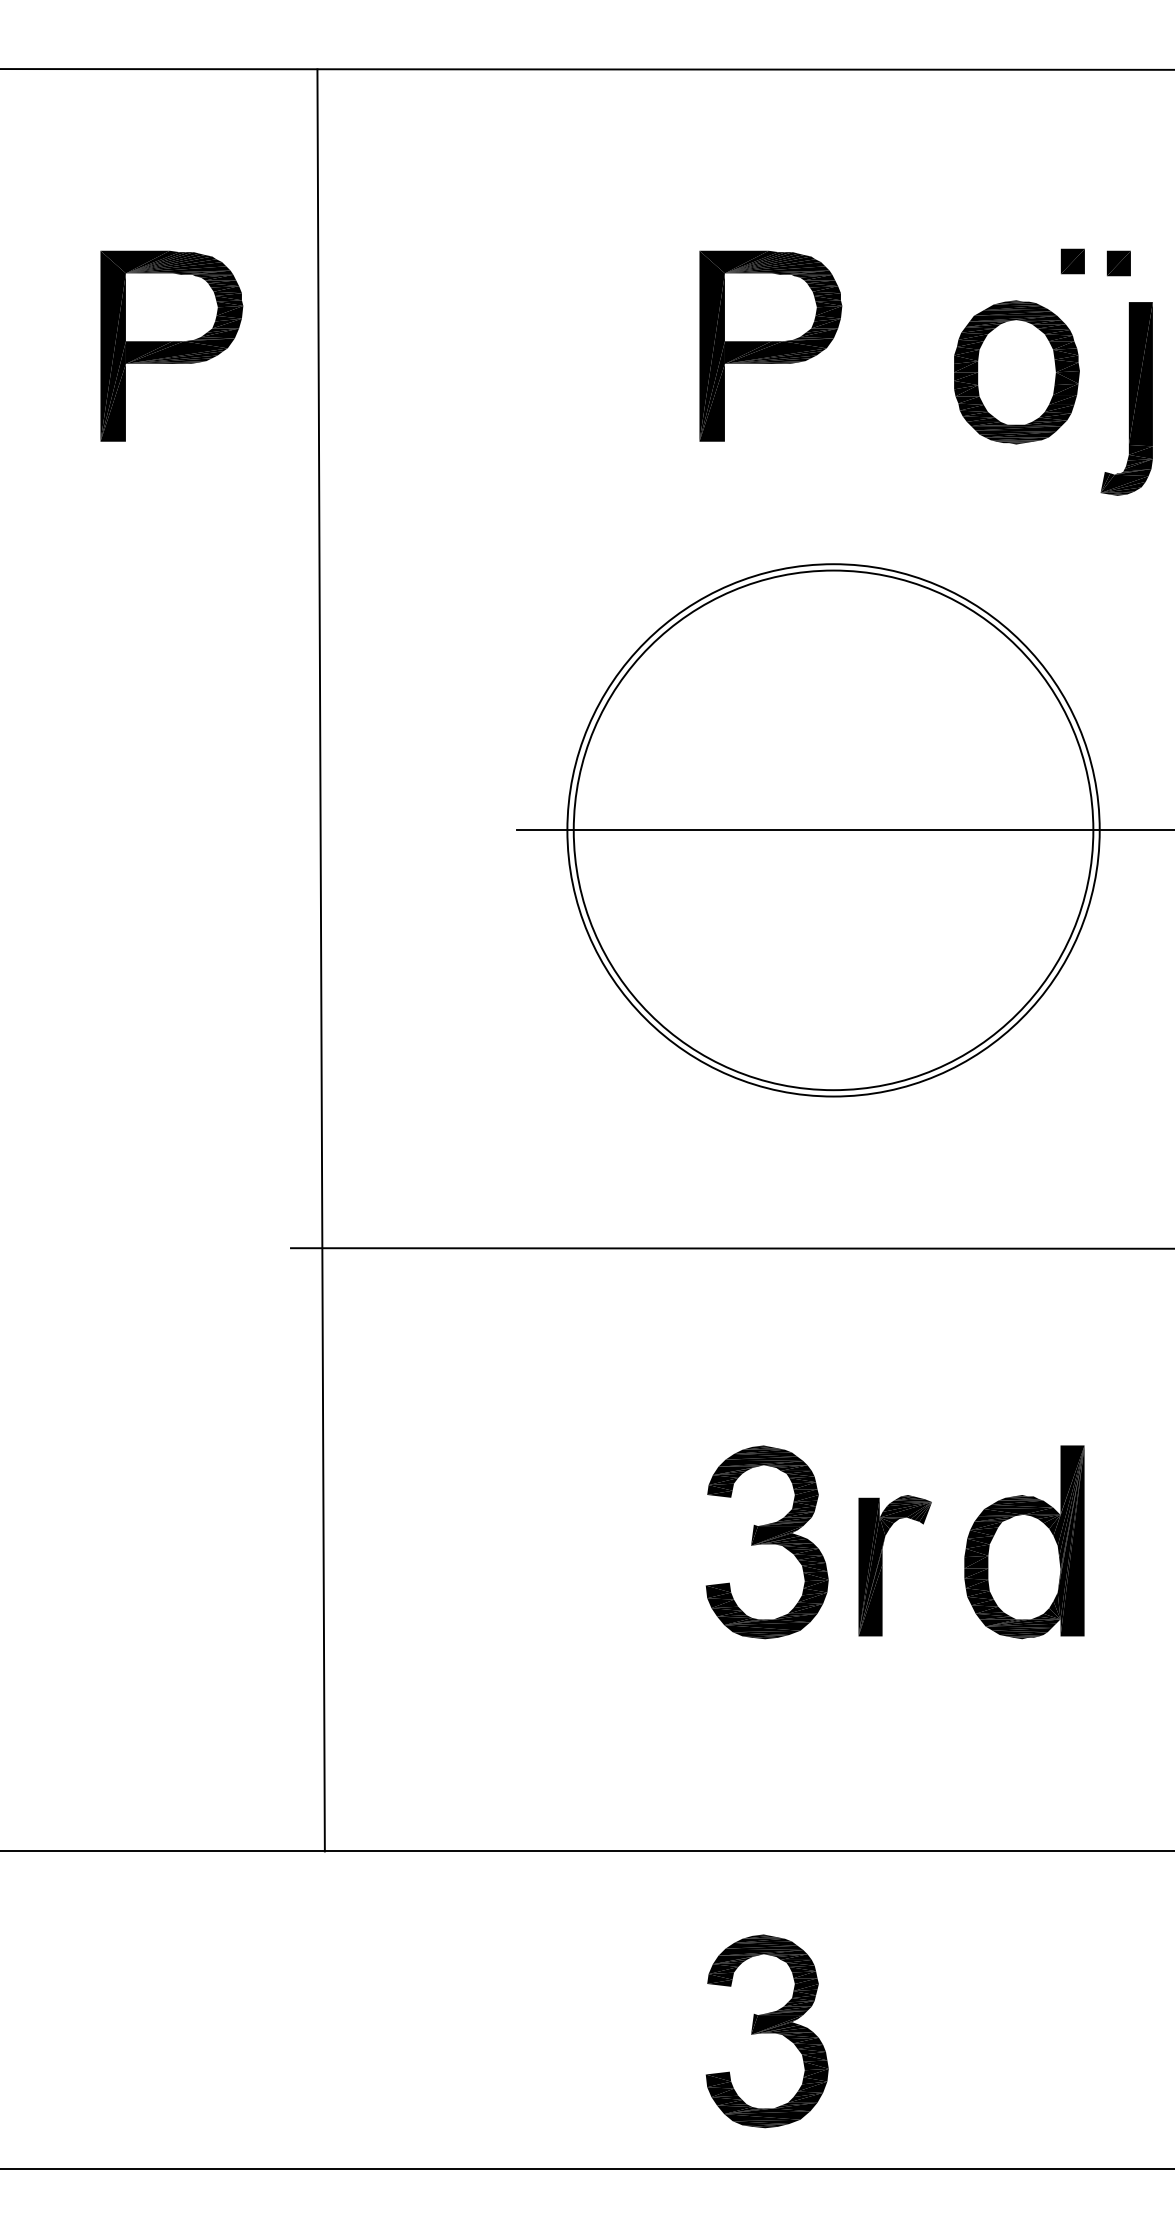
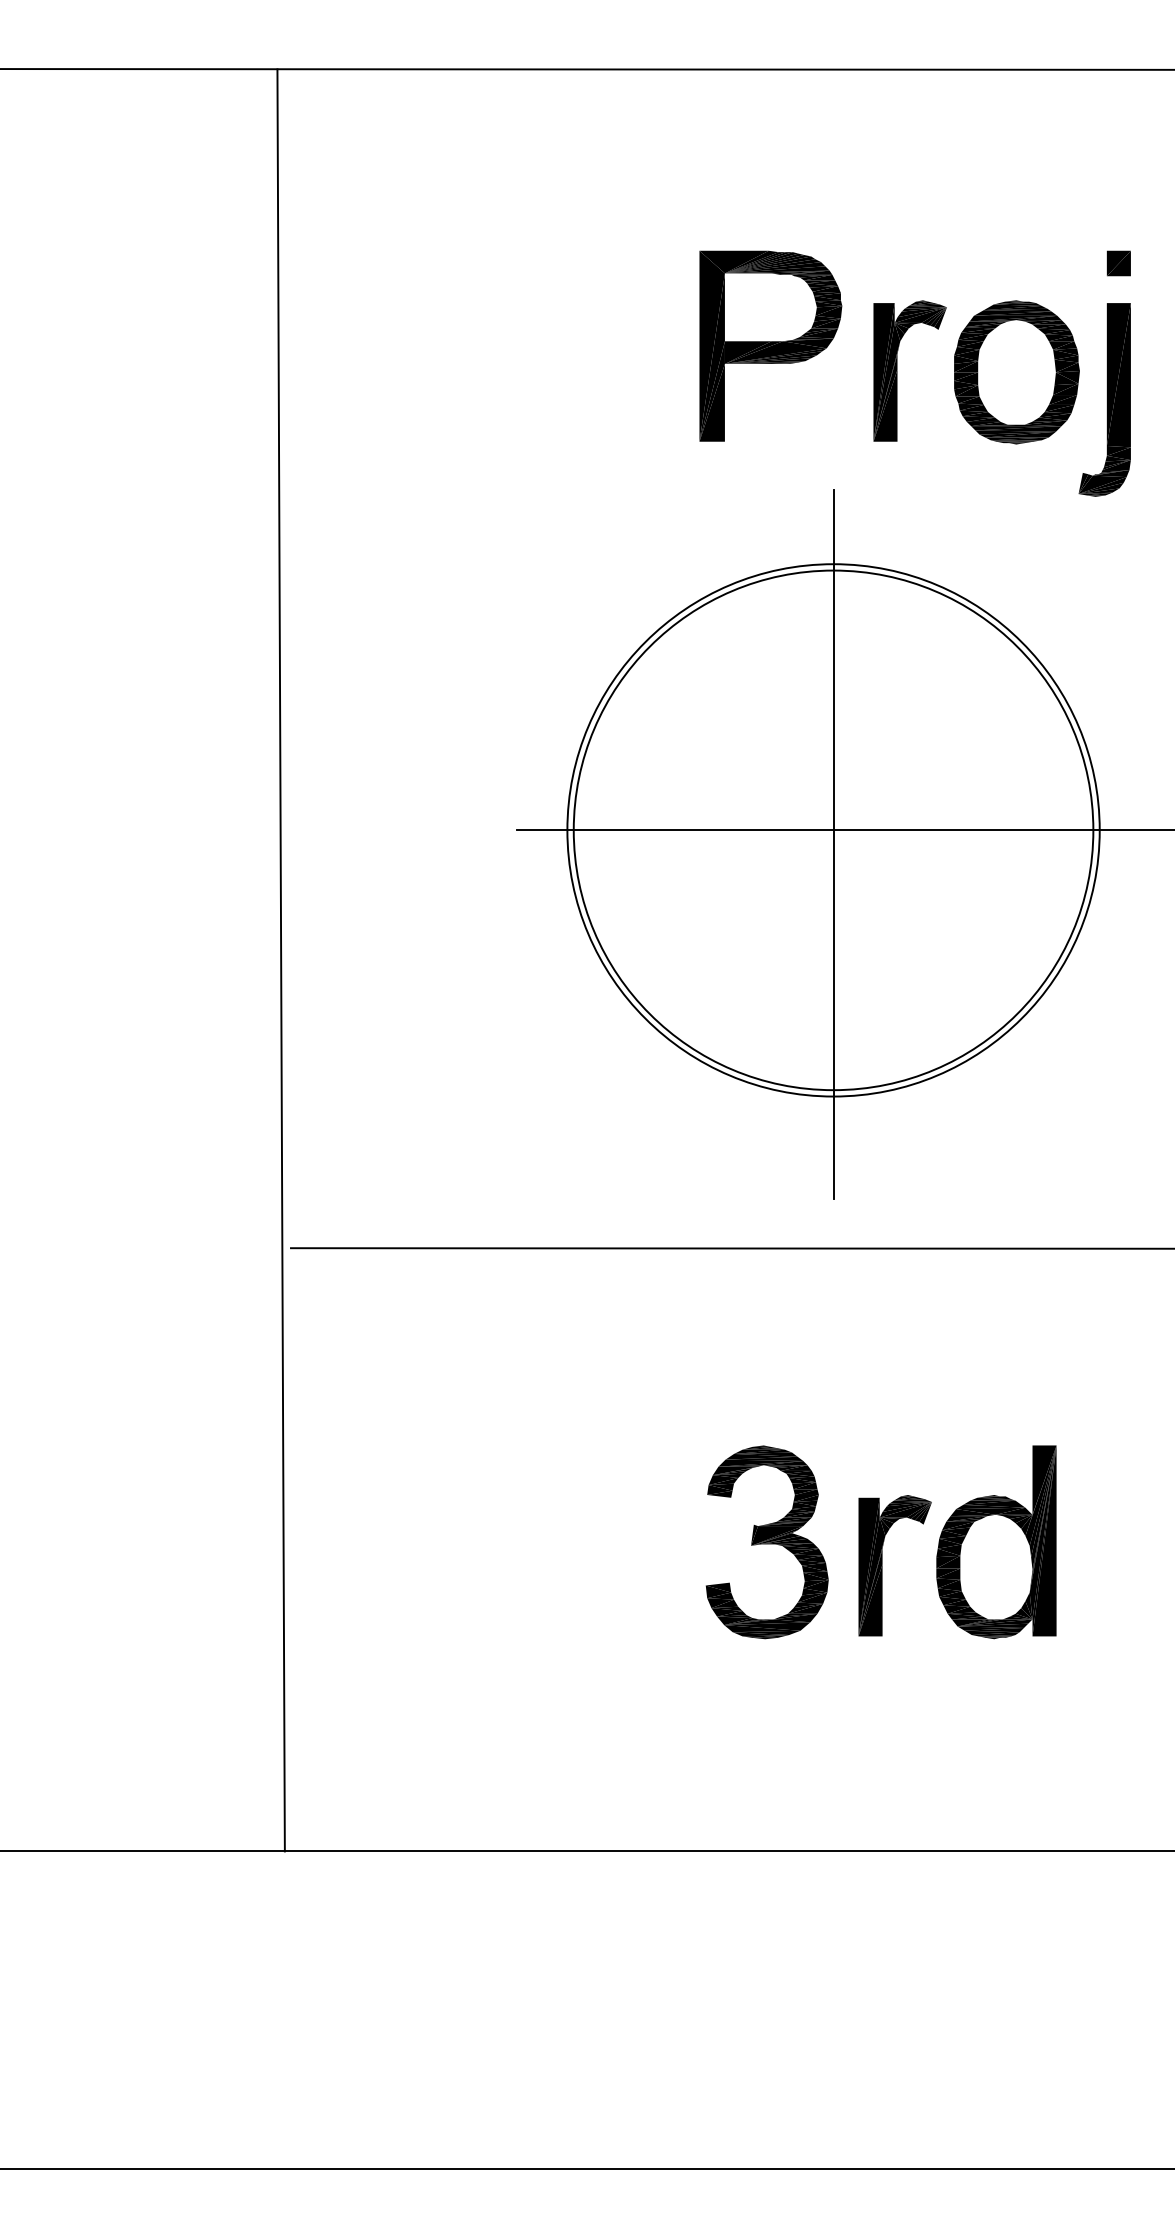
part at (1072, 261): present -> none
part at (171, 345): present -> none
part at (897, 370): none -> present
part at (1126, 398) position: (1126, 398) -> (1104, 399)
line at (833, 843): none -> present
line at (320, 960) position: (320, 960) -> (280, 960)
part at (1024, 1542) position: (1024, 1542) -> (996, 1542)
part at (766, 2031): present -> none
